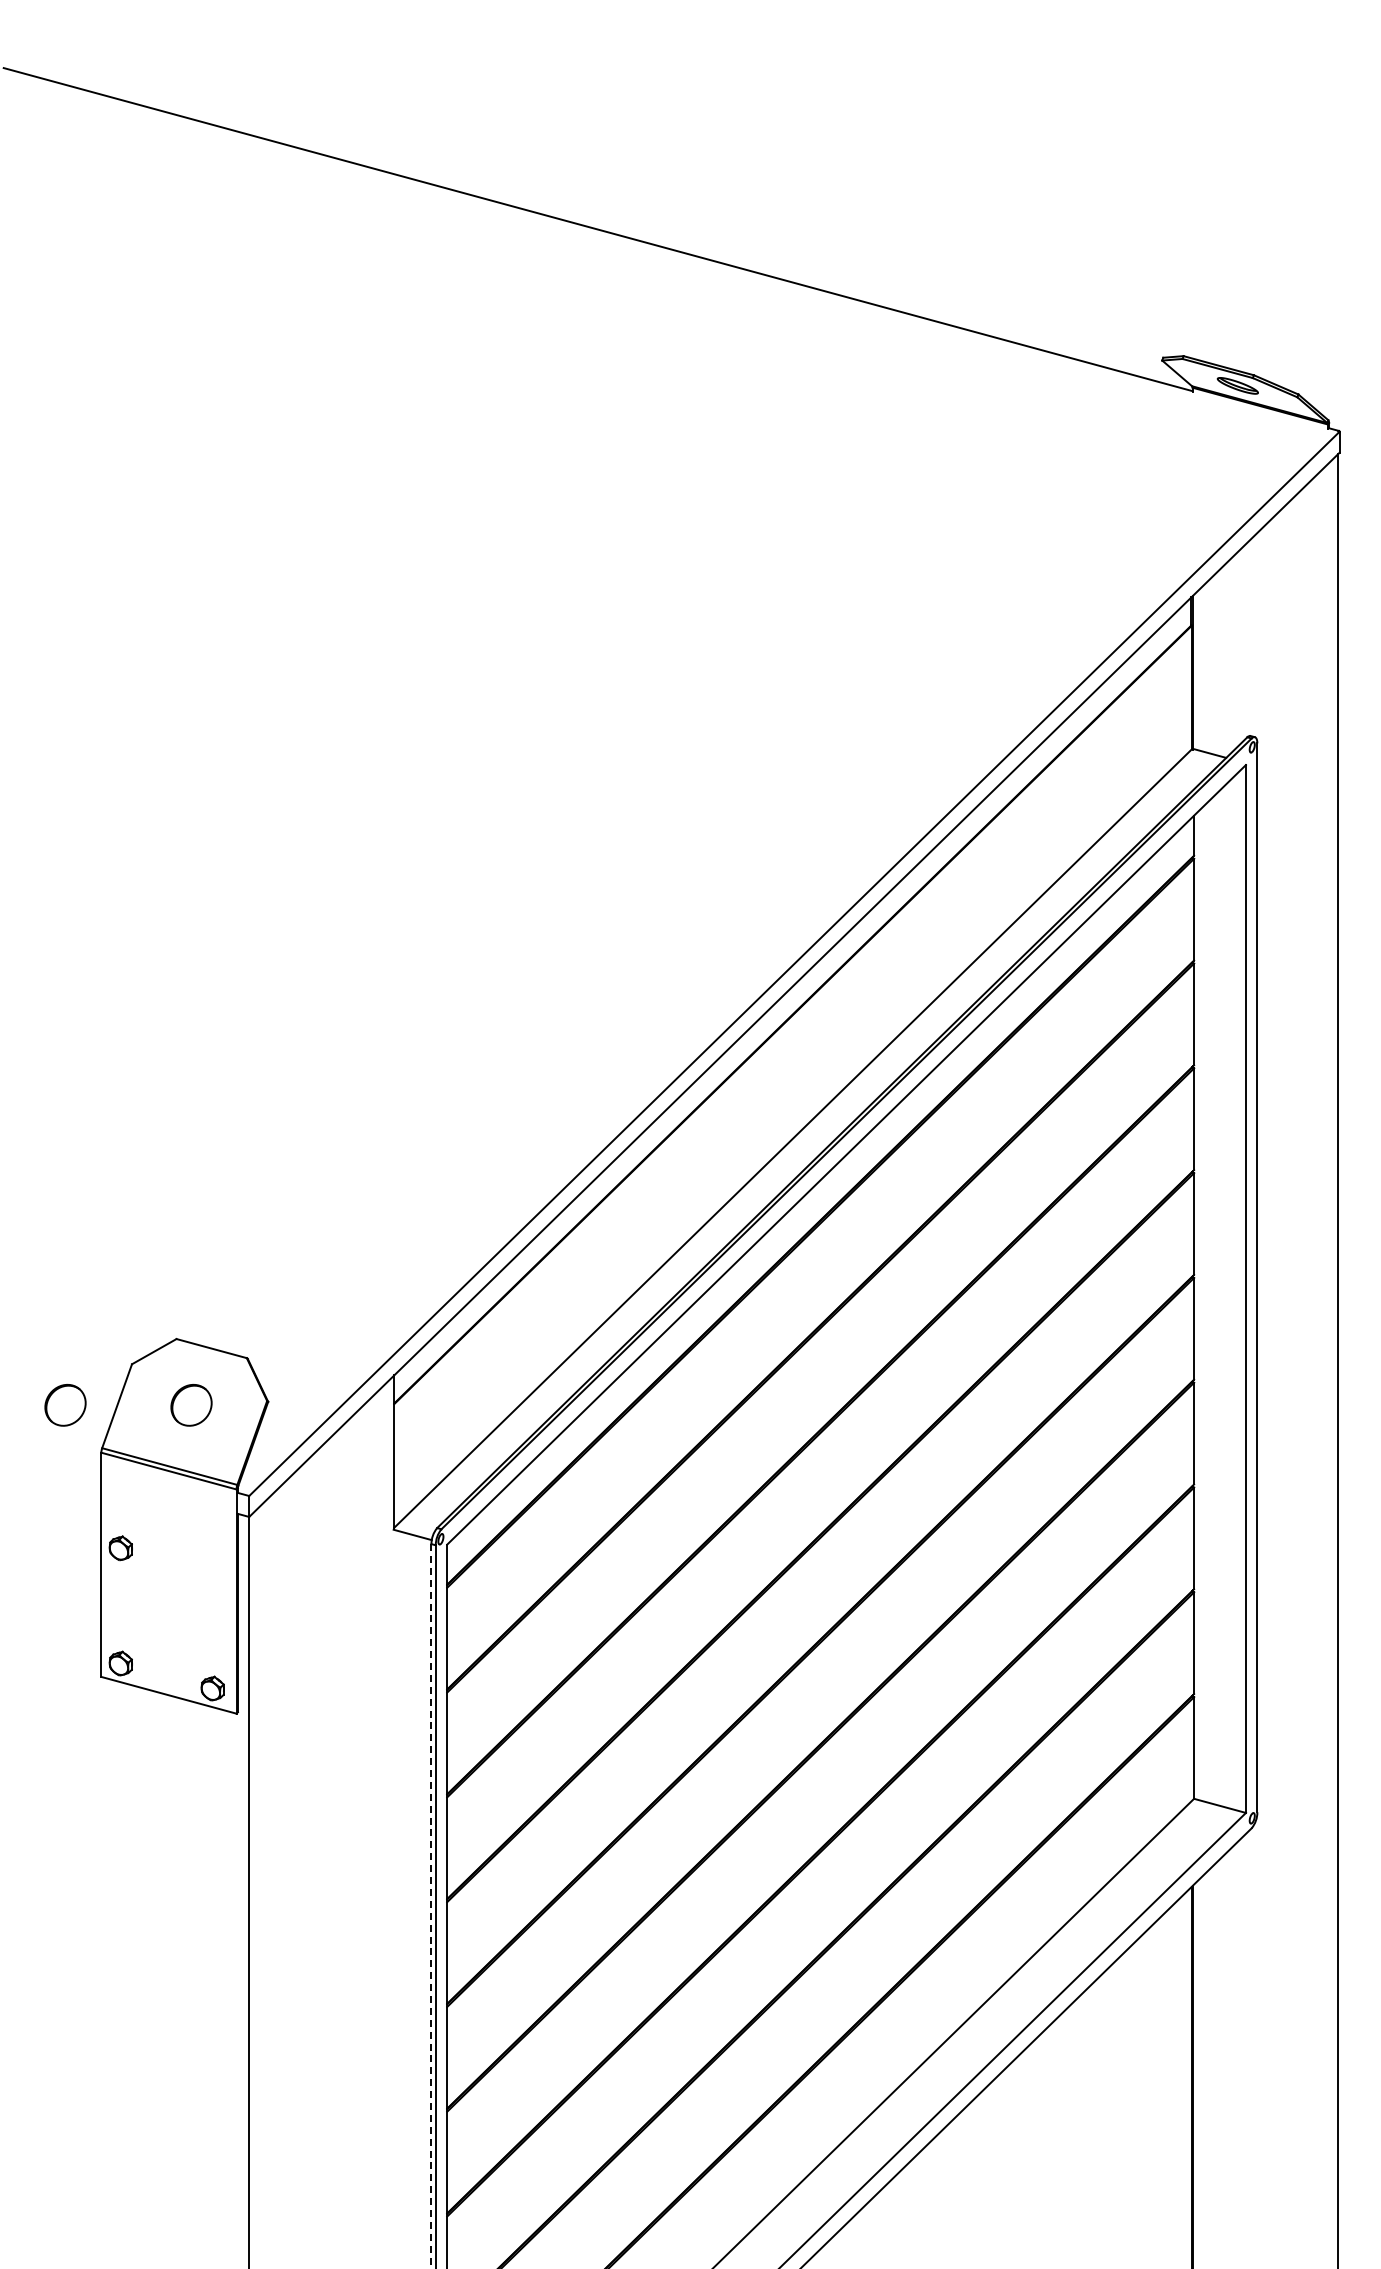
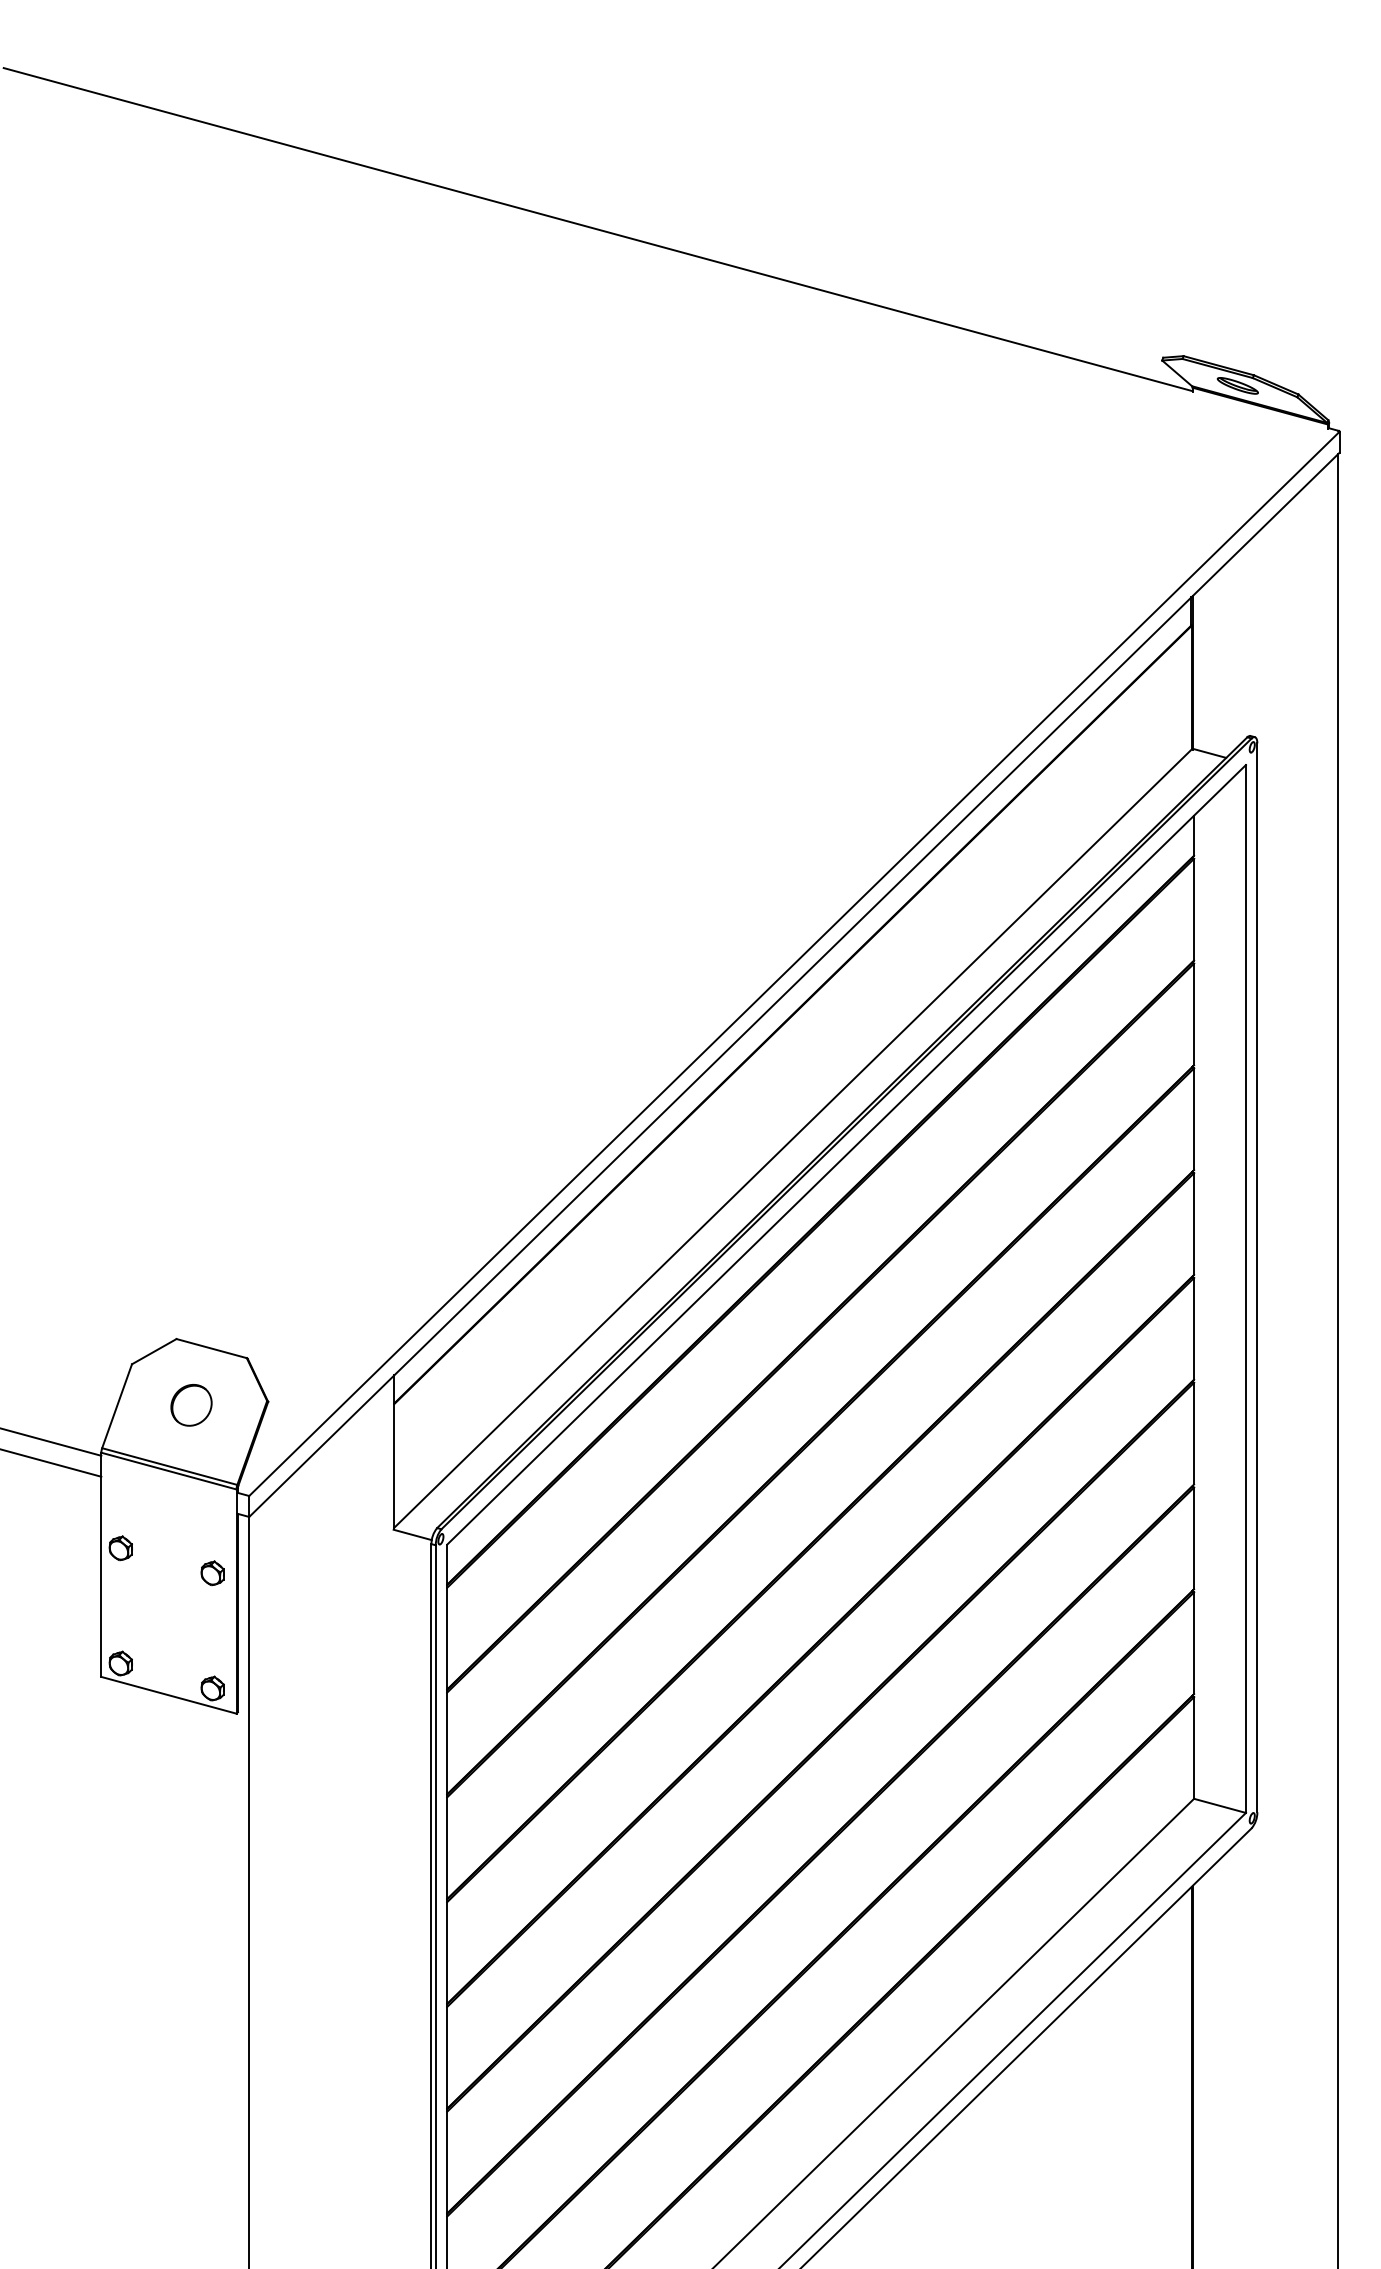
part at (65, 1405): present -> none
line at (51, 1442): none -> present
line at (51, 1463): none -> present
part at (212, 1573): none -> present
line at (431, 1906): dashed -> solid
